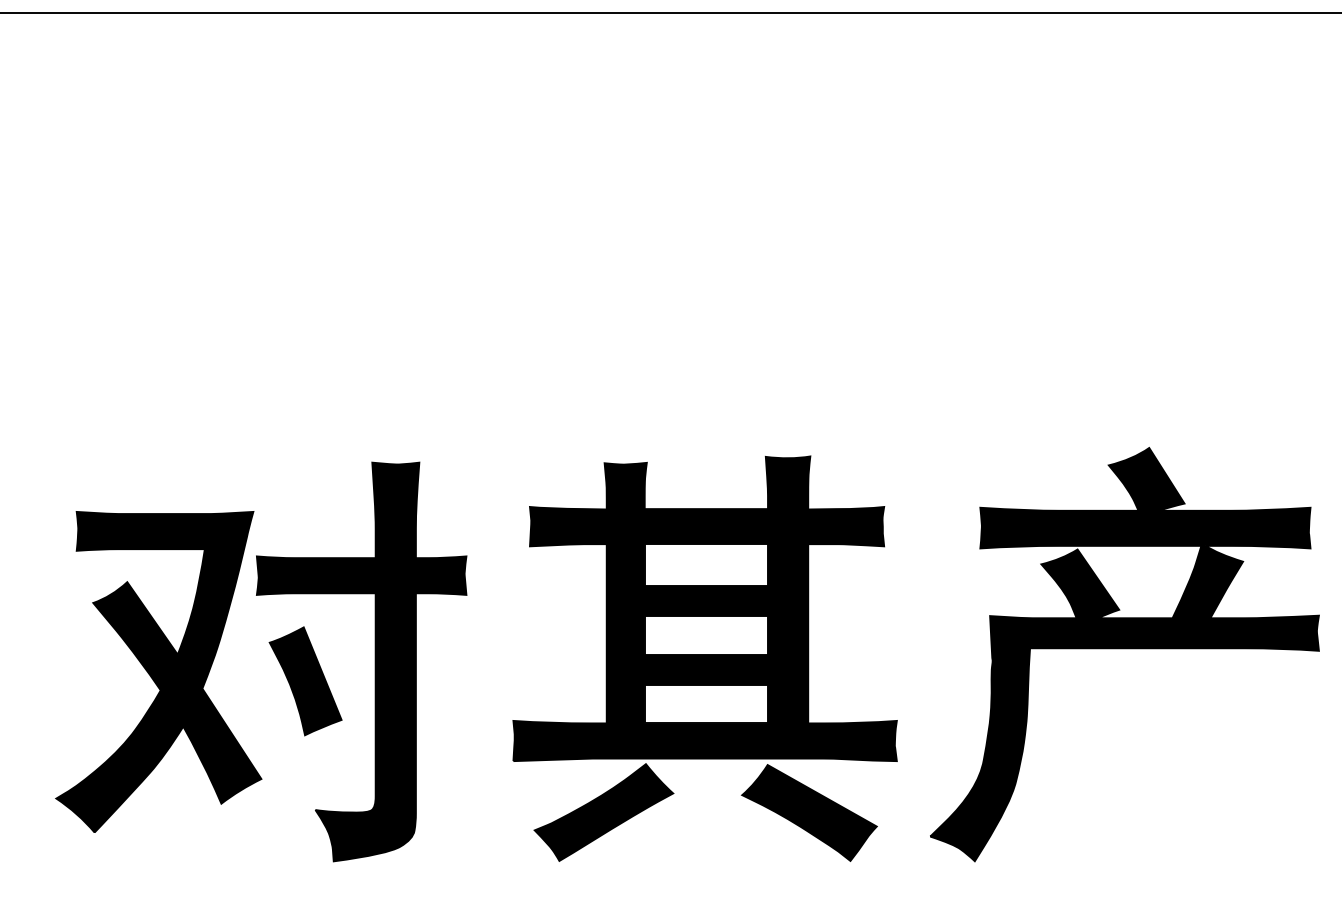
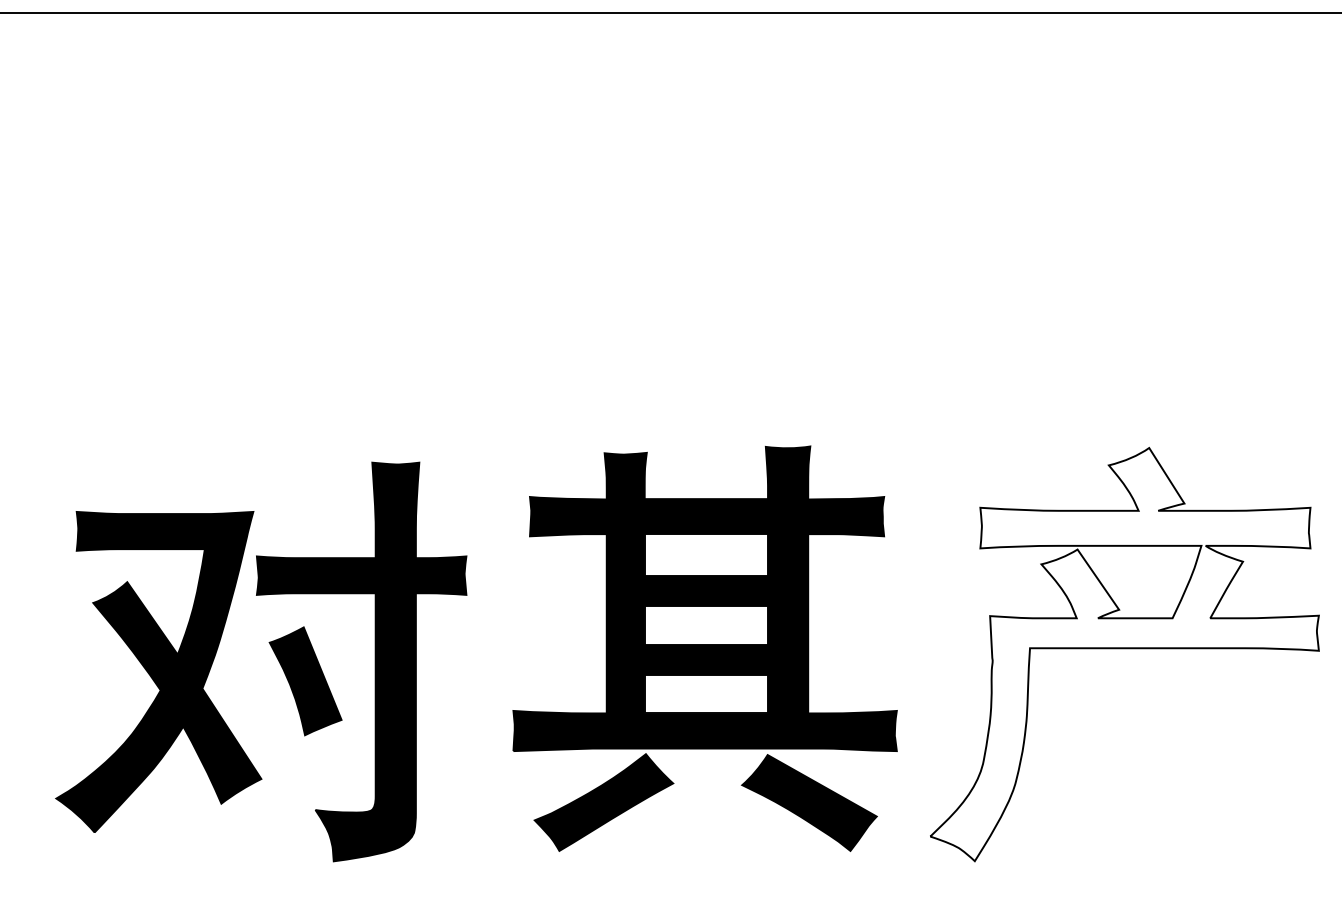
fill at (1124, 654): present -> none
part at (704, 658) position: (704, 658) -> (704, 648)
